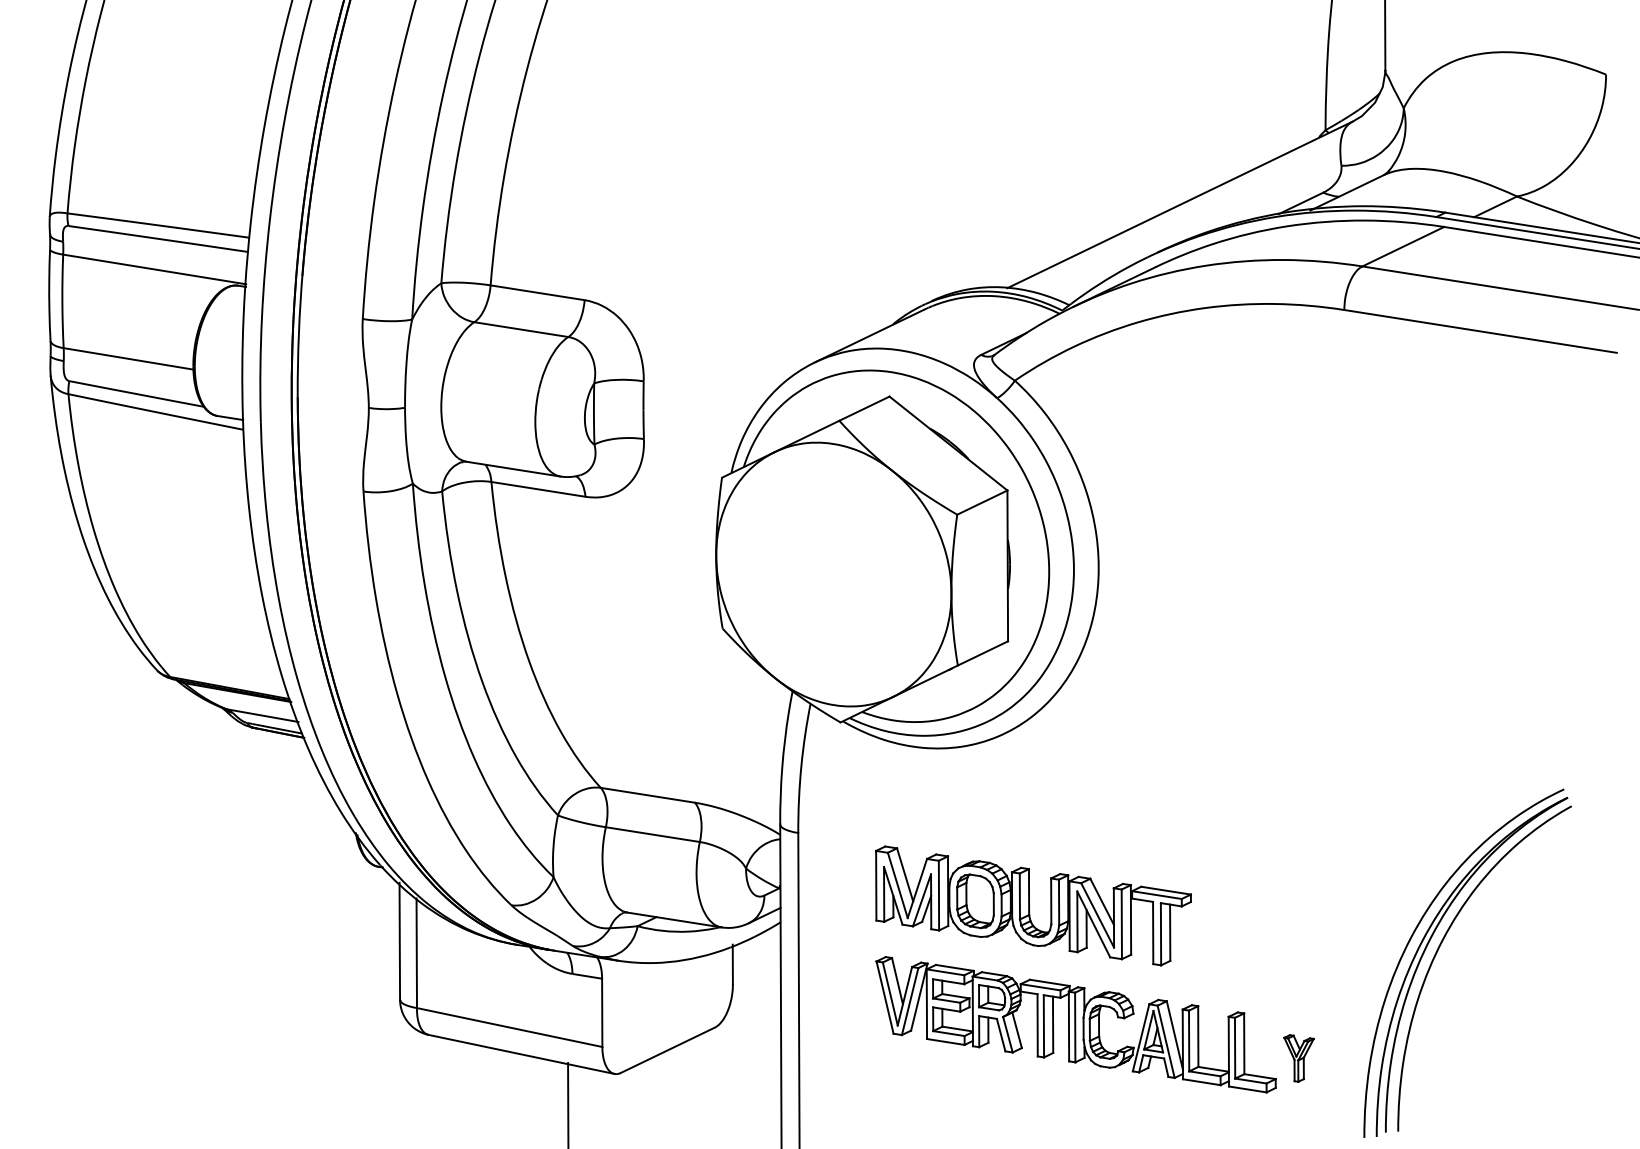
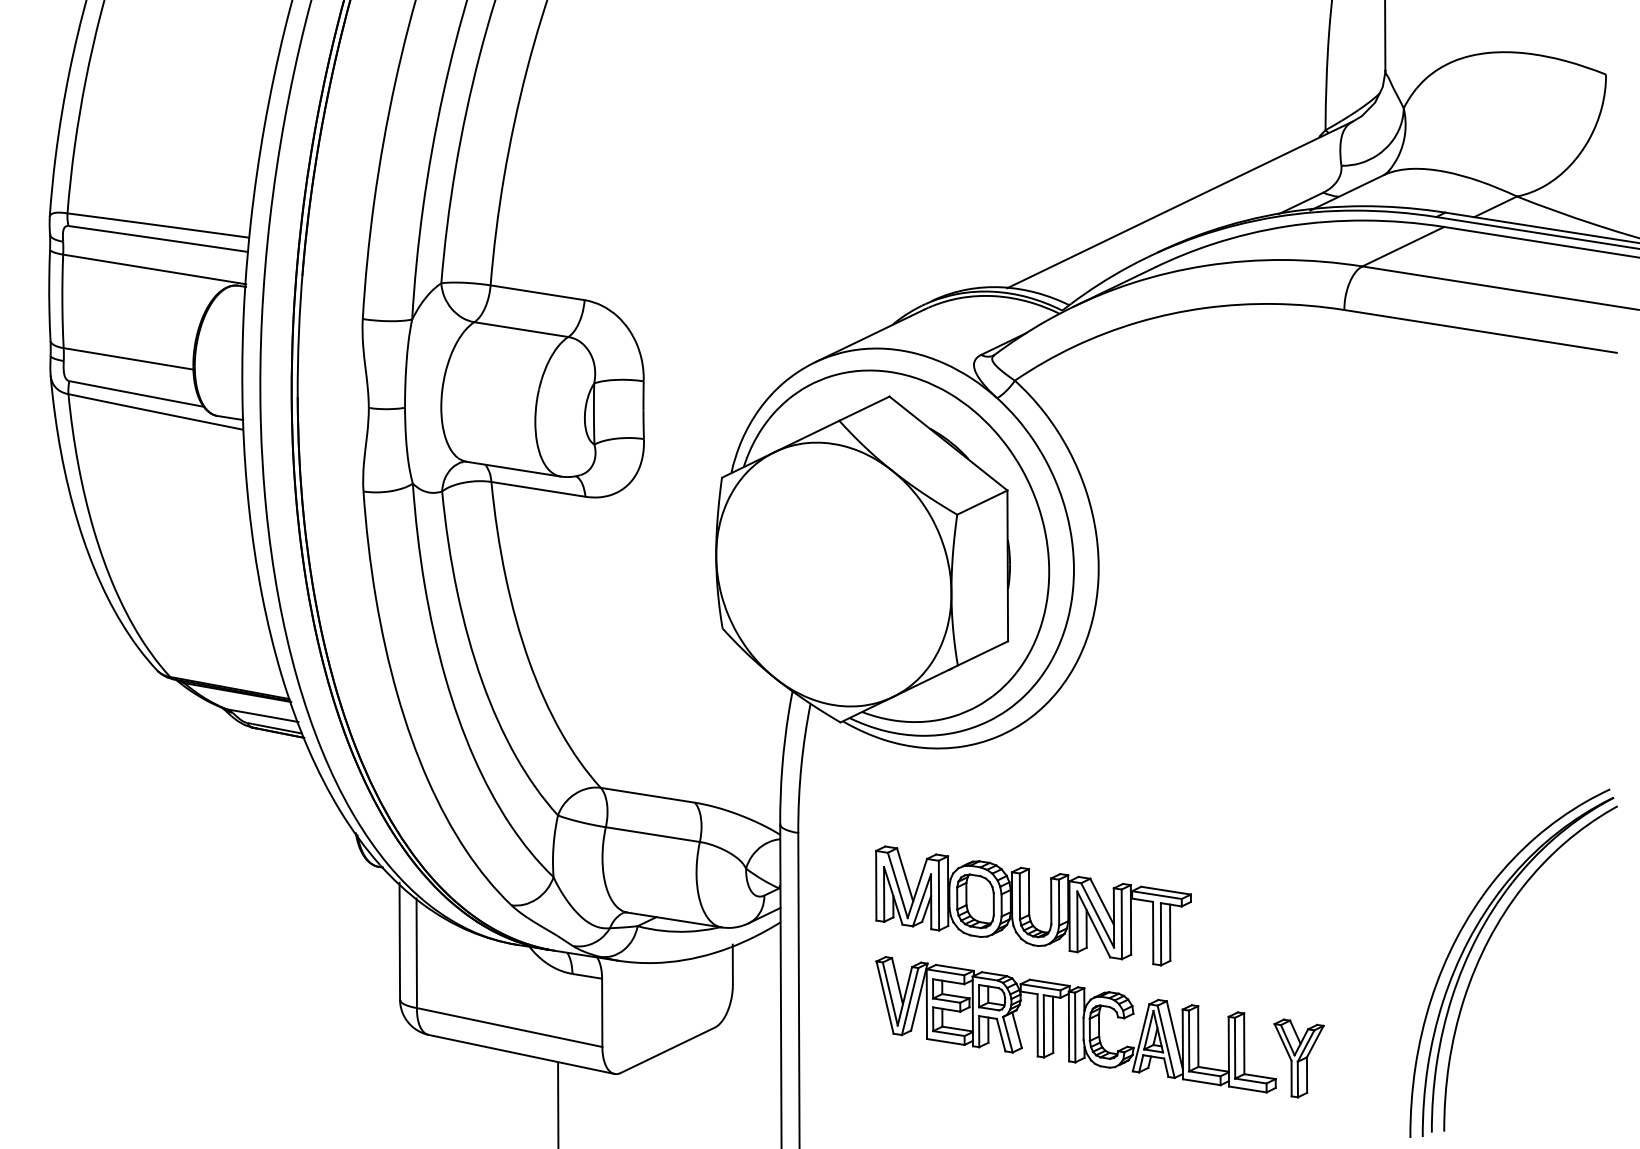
part at (1438, 951) position: (1438, 951) -> (1484, 951)
part at (1298, 1058) size: 32x49 px -> 52x81 px
line at (568, 1103) position: (568, 1103) -> (558, 1103)
